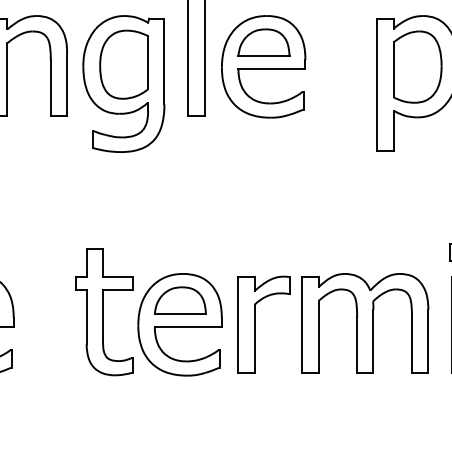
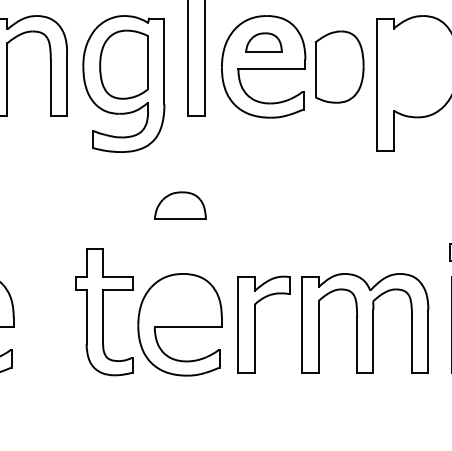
part at (263, 42) size: 54x29 px -> 38x21 px
part at (417, 66) position: (417, 66) -> (339, 66)
part at (180, 300) position: (180, 300) -> (180, 205)
